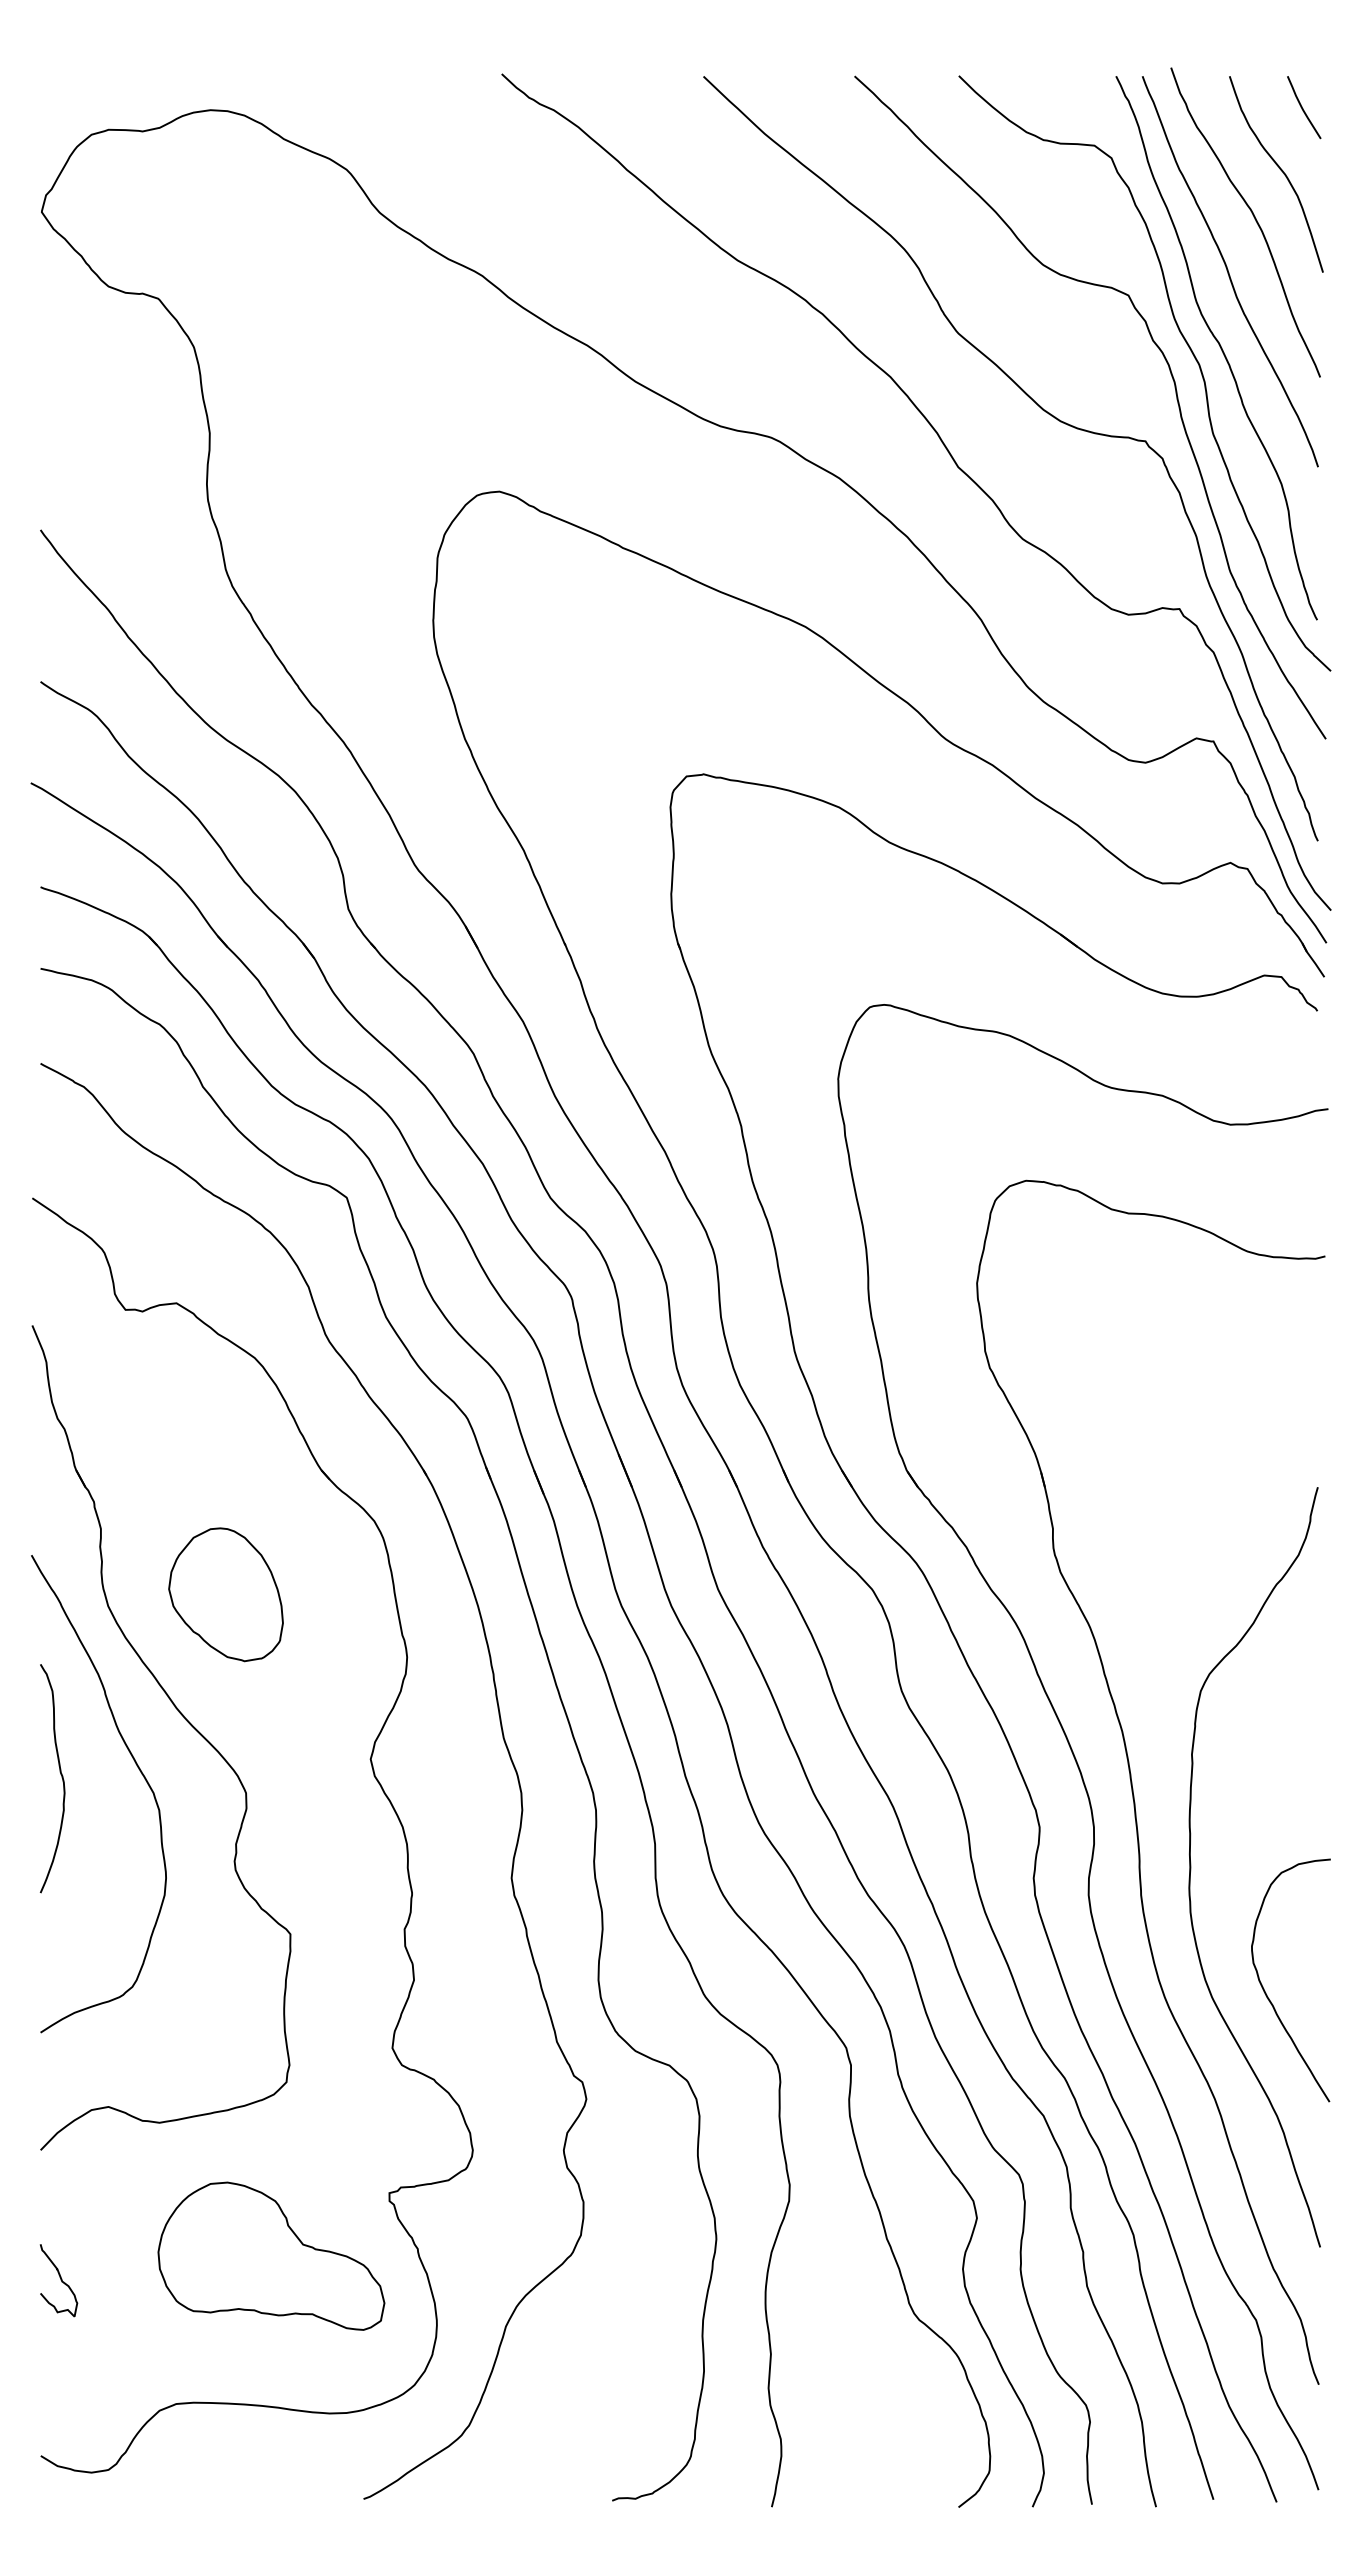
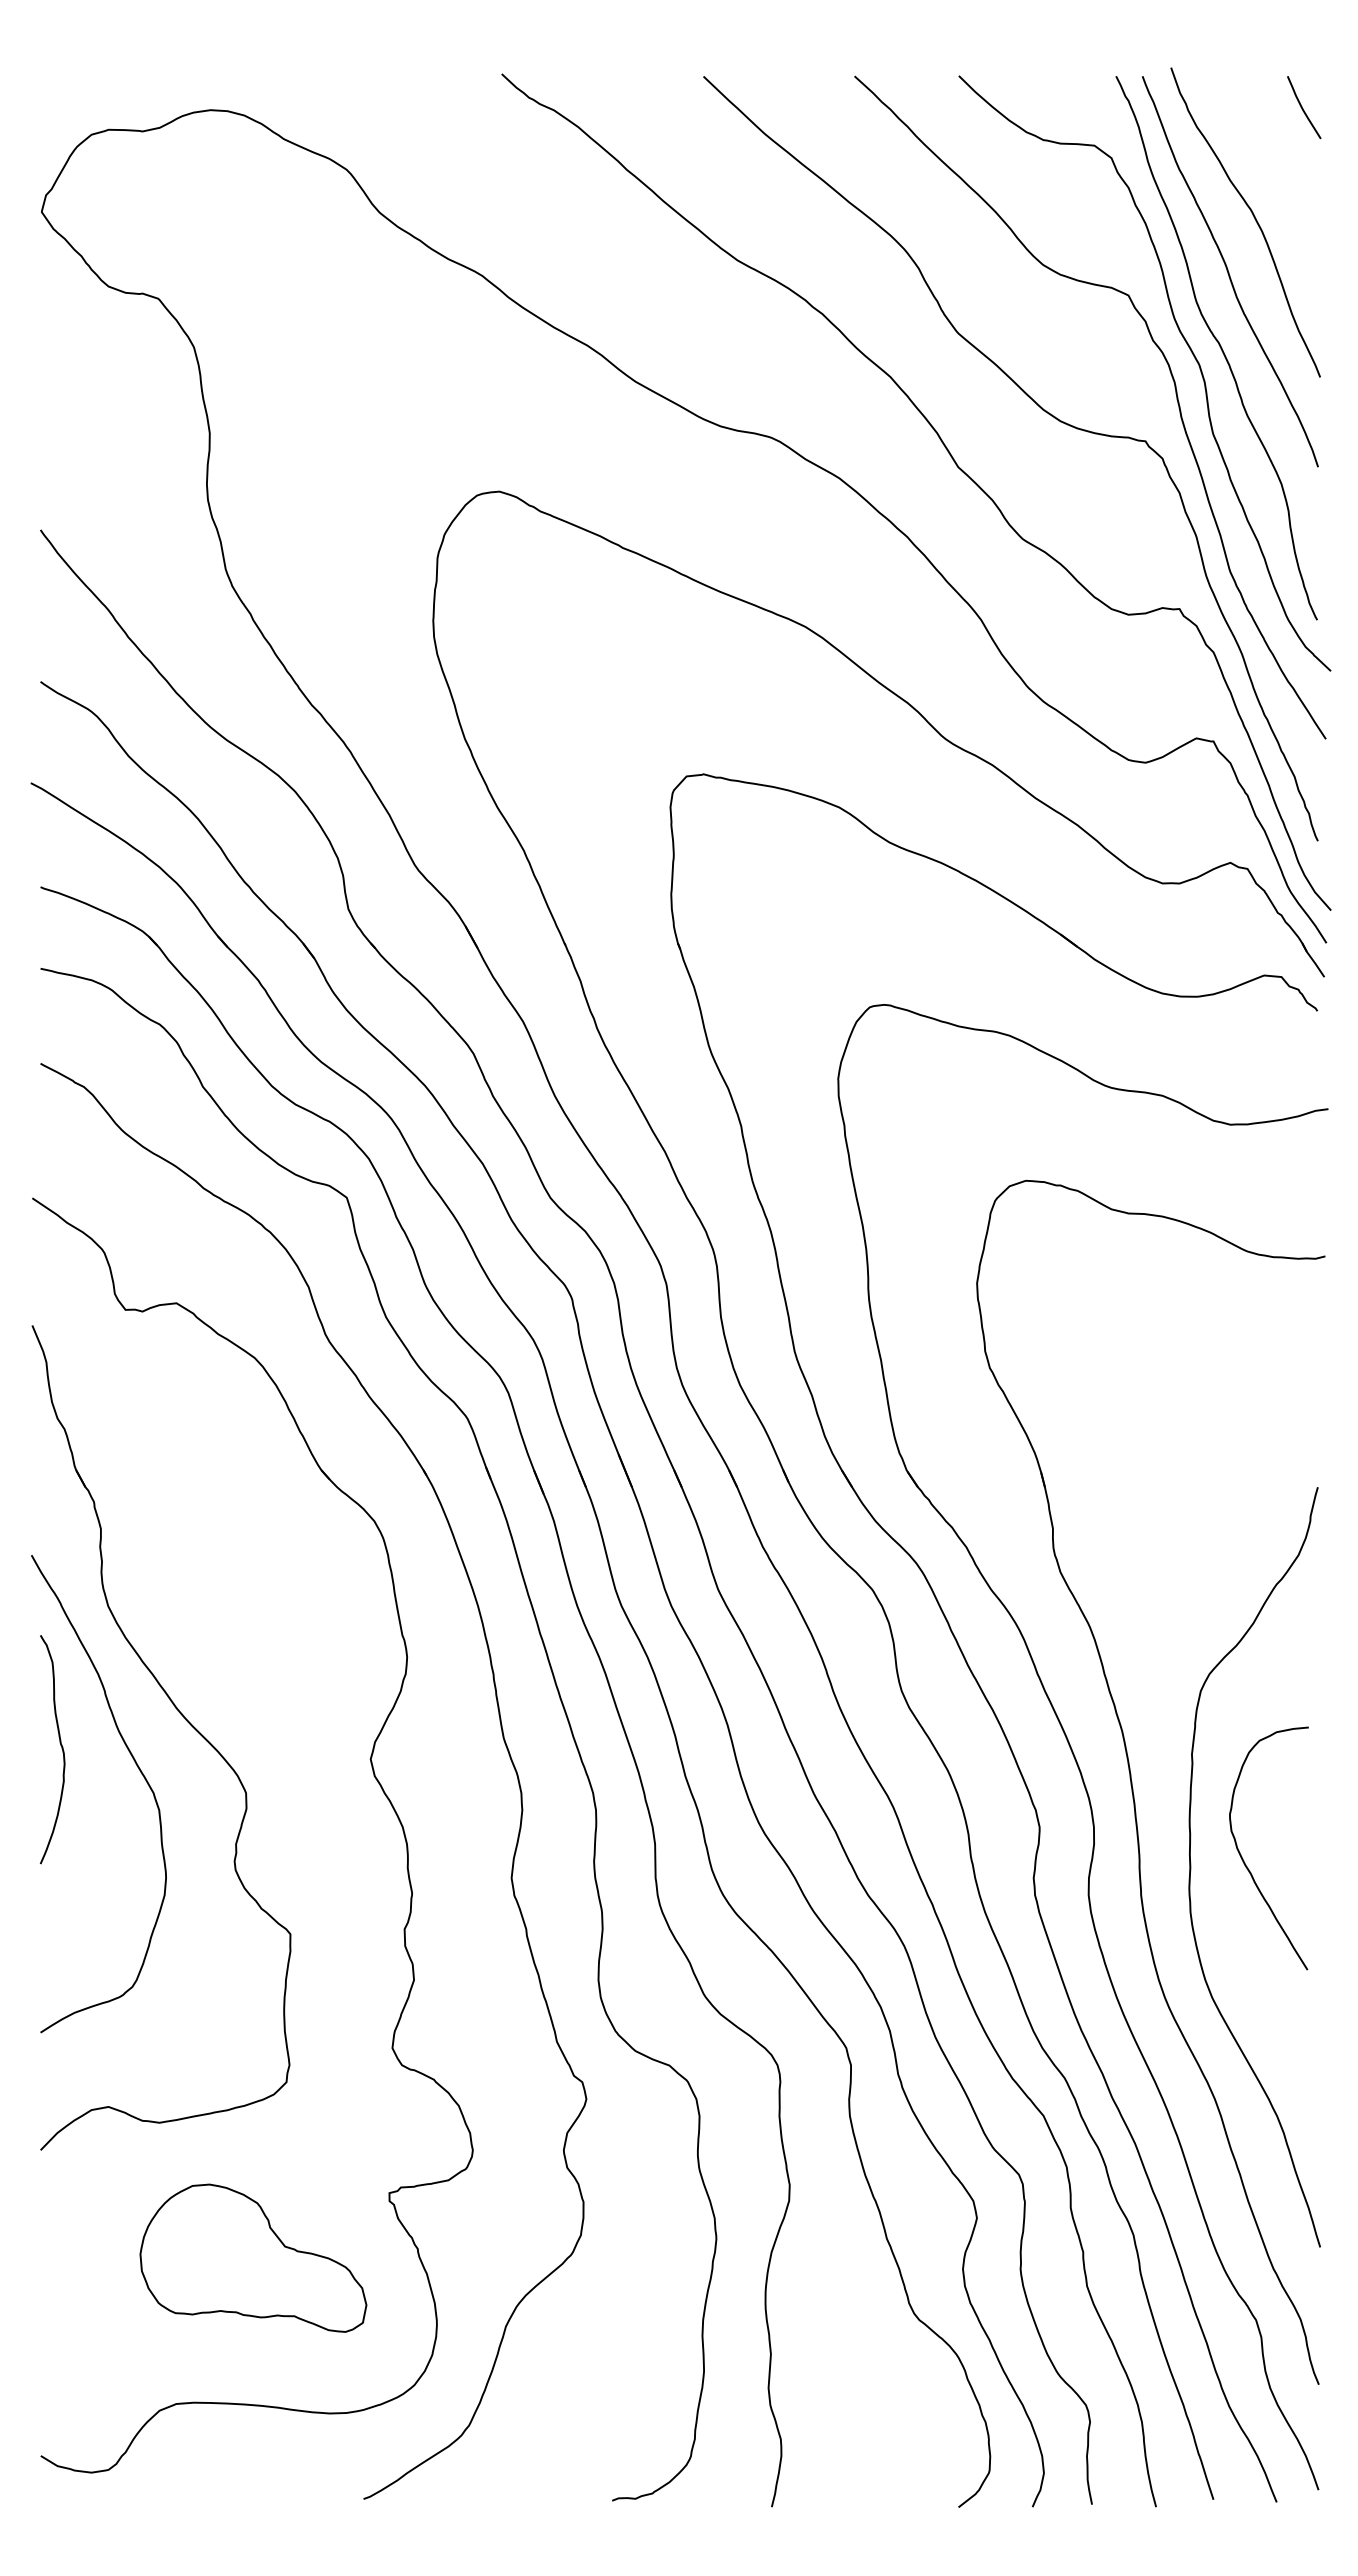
curve at (1280, 170): present -> none
part at (225, 1594): present -> none
curve at (60, 1774) position: (60, 1774) -> (60, 1745)
curve at (1265, 1990) position: (1265, 1990) -> (1243, 1858)
part at (271, 2255) position: (271, 2255) -> (253, 2257)
curve at (60, 2280): present -> none
